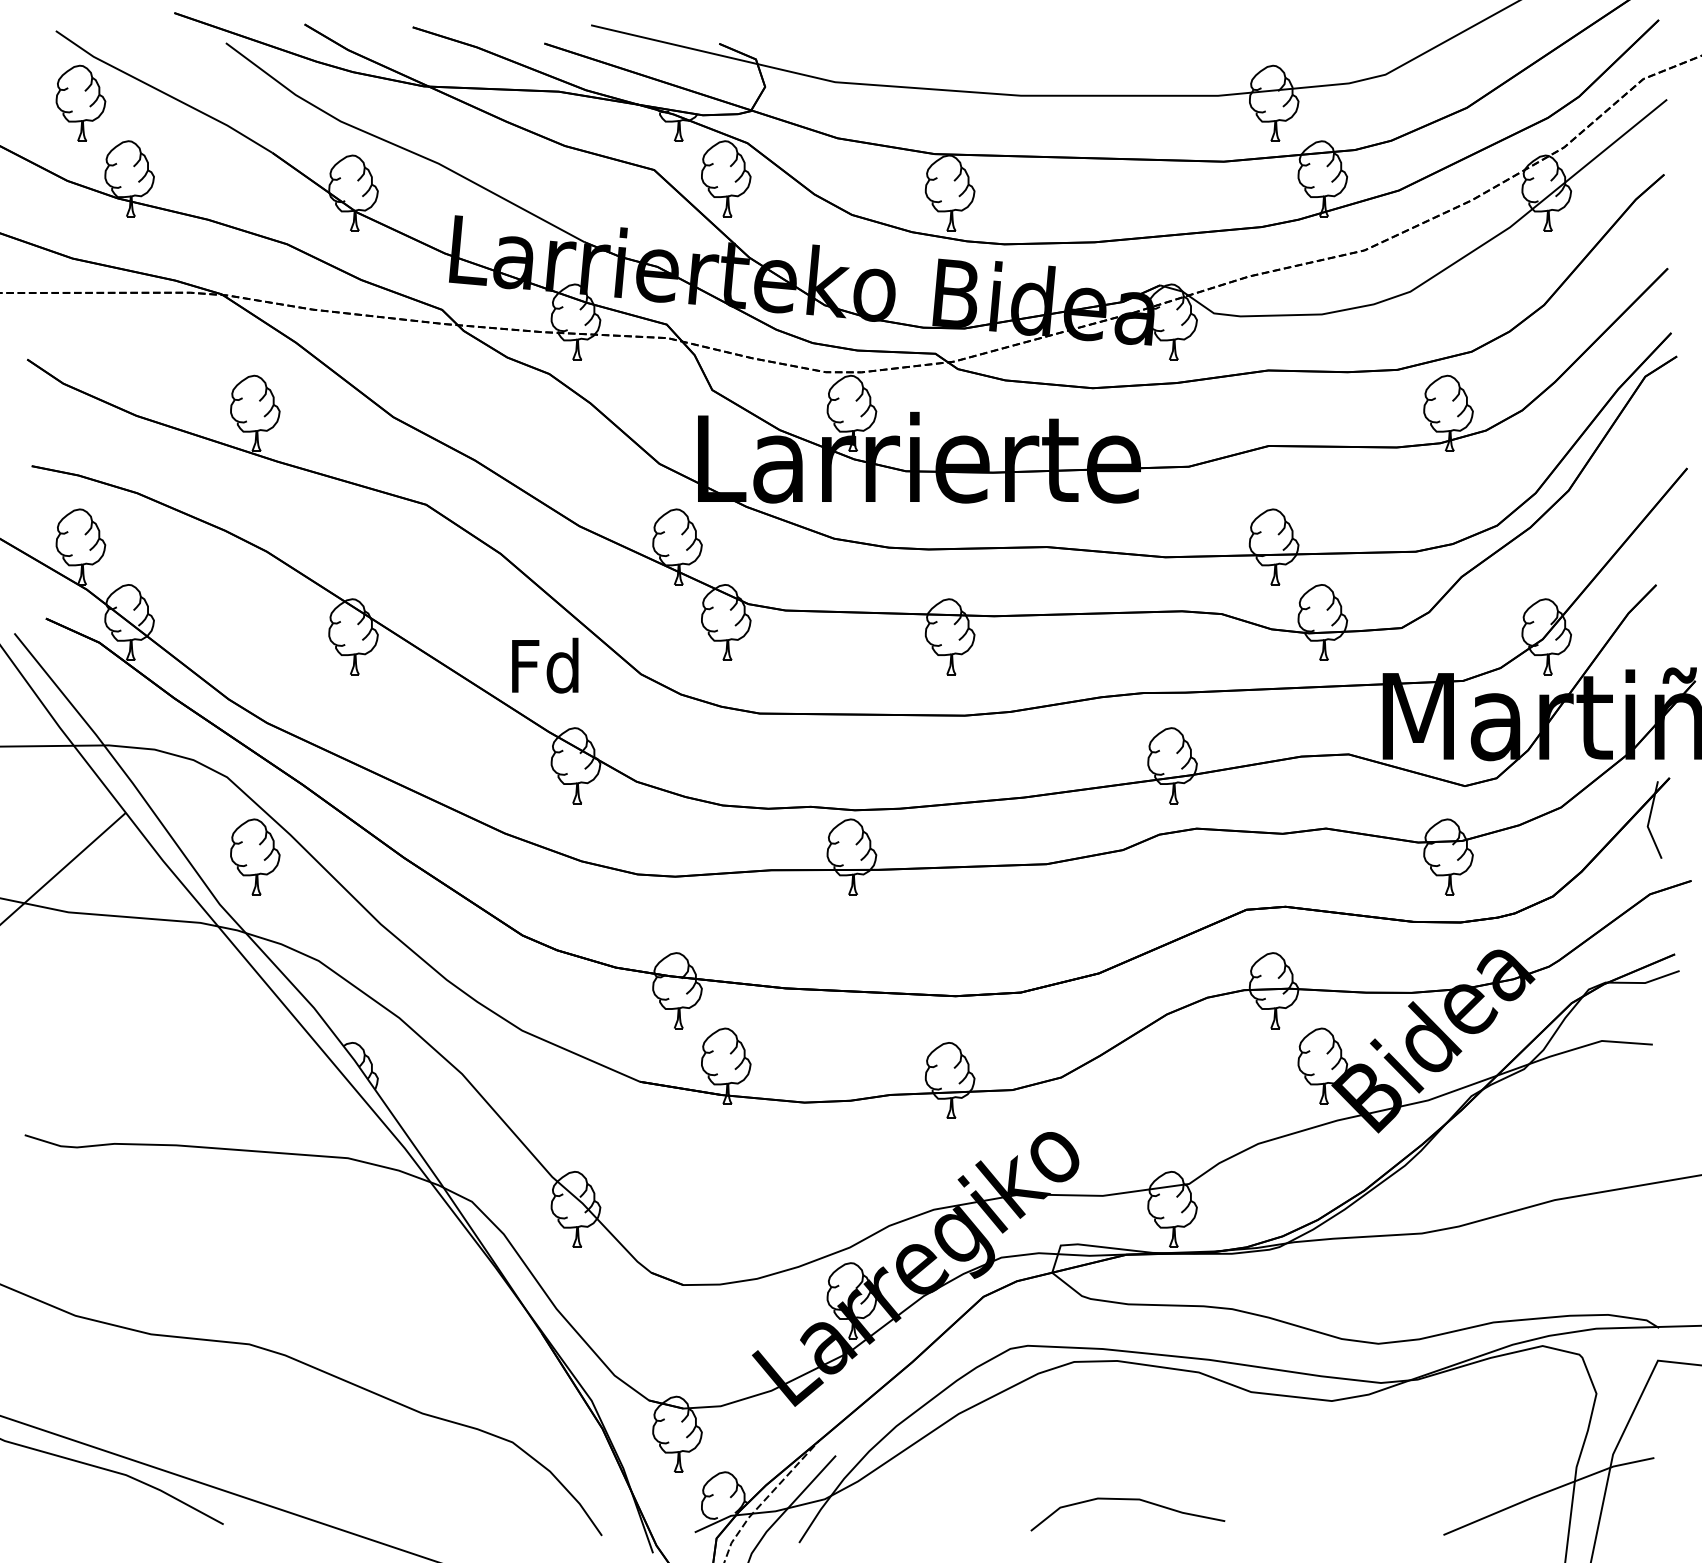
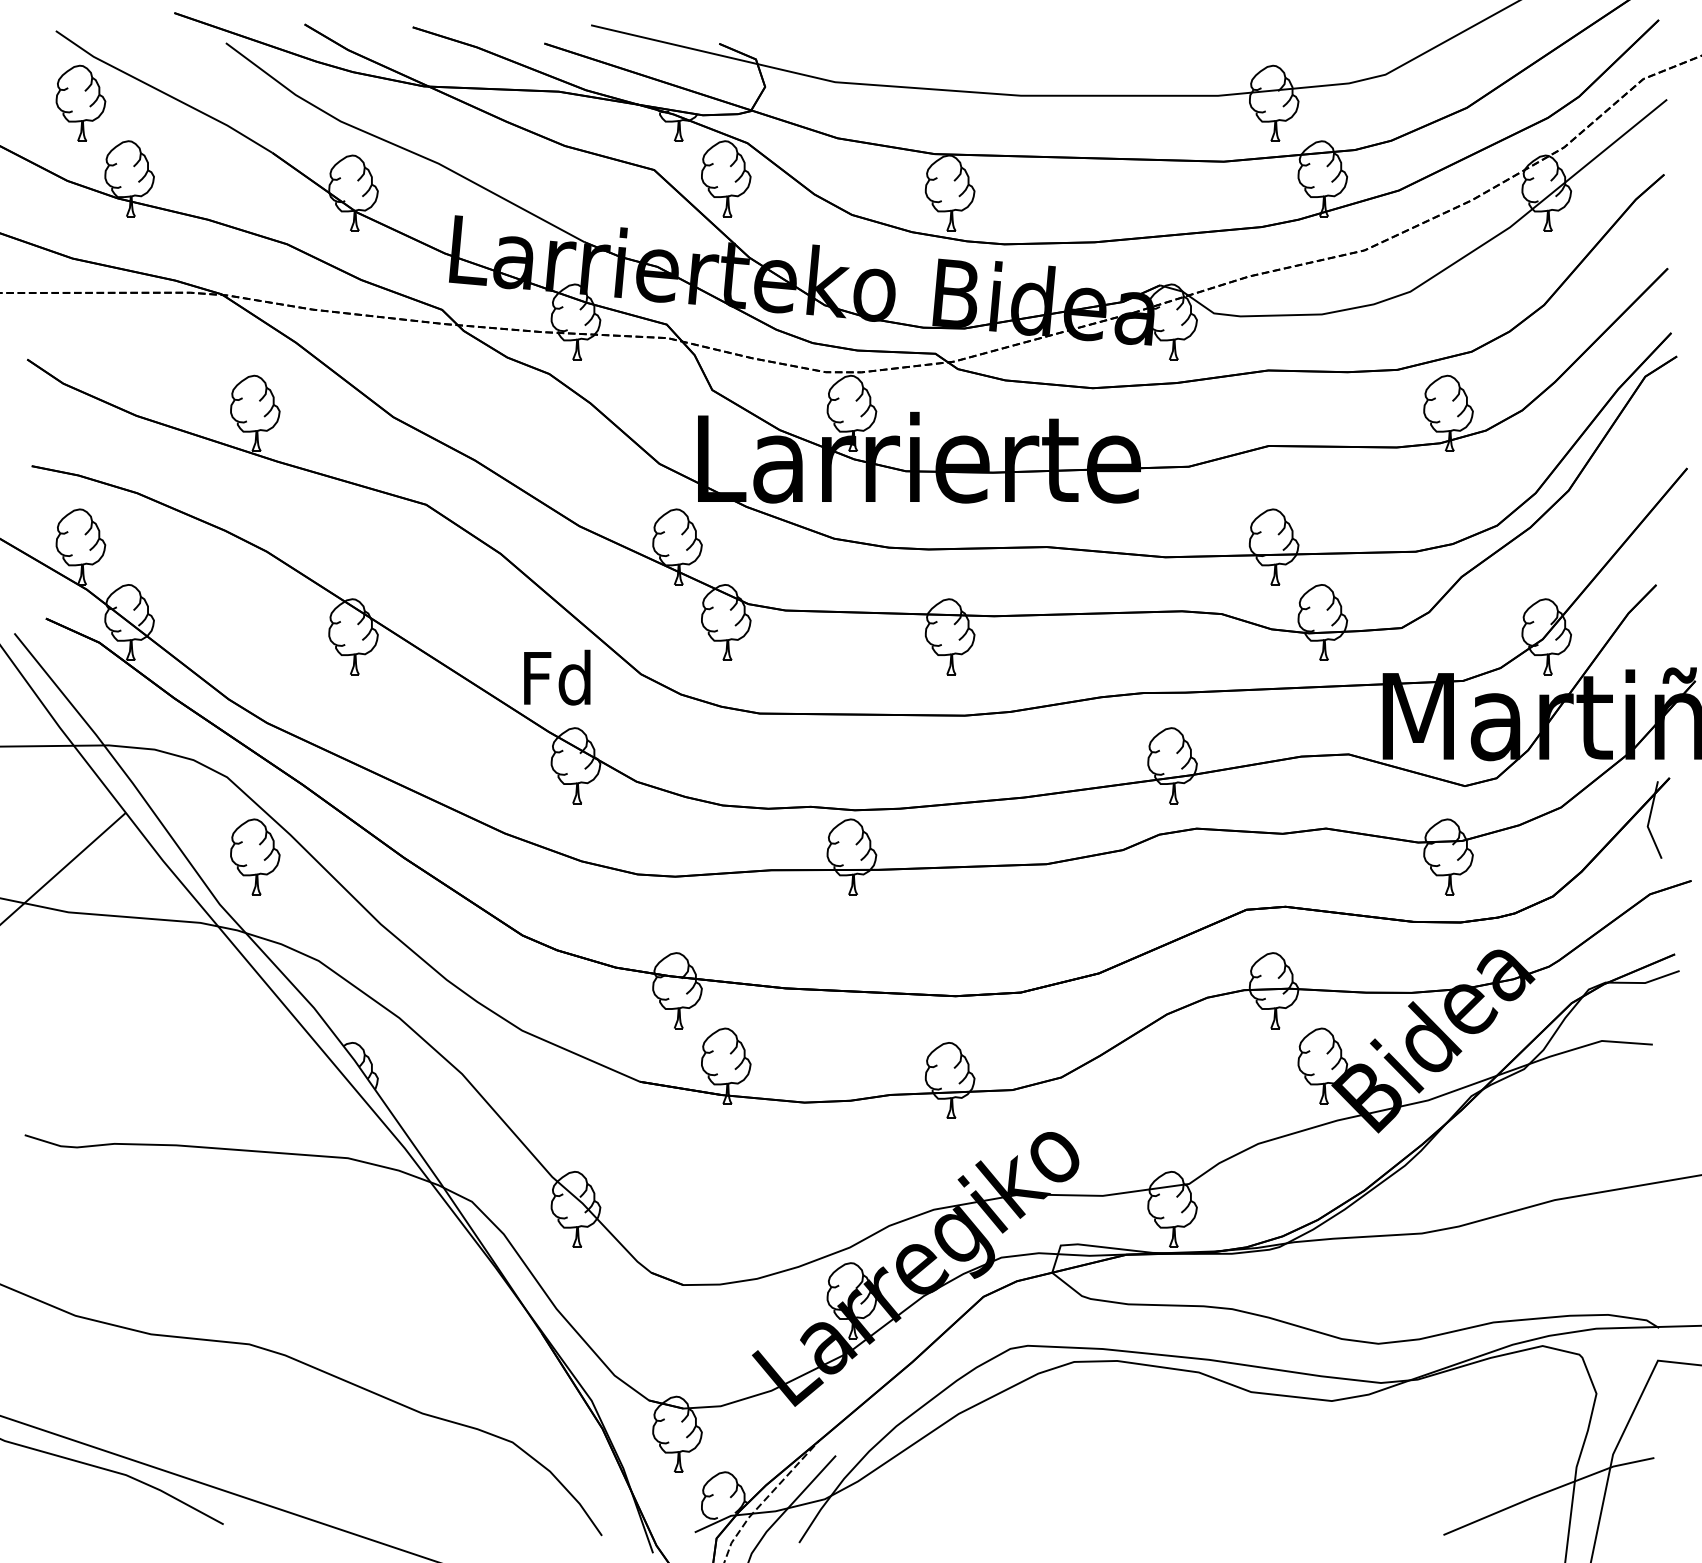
text at (545, 665) position: (545, 665) -> (557, 677)
curve at (1127, 1500): present -> none
